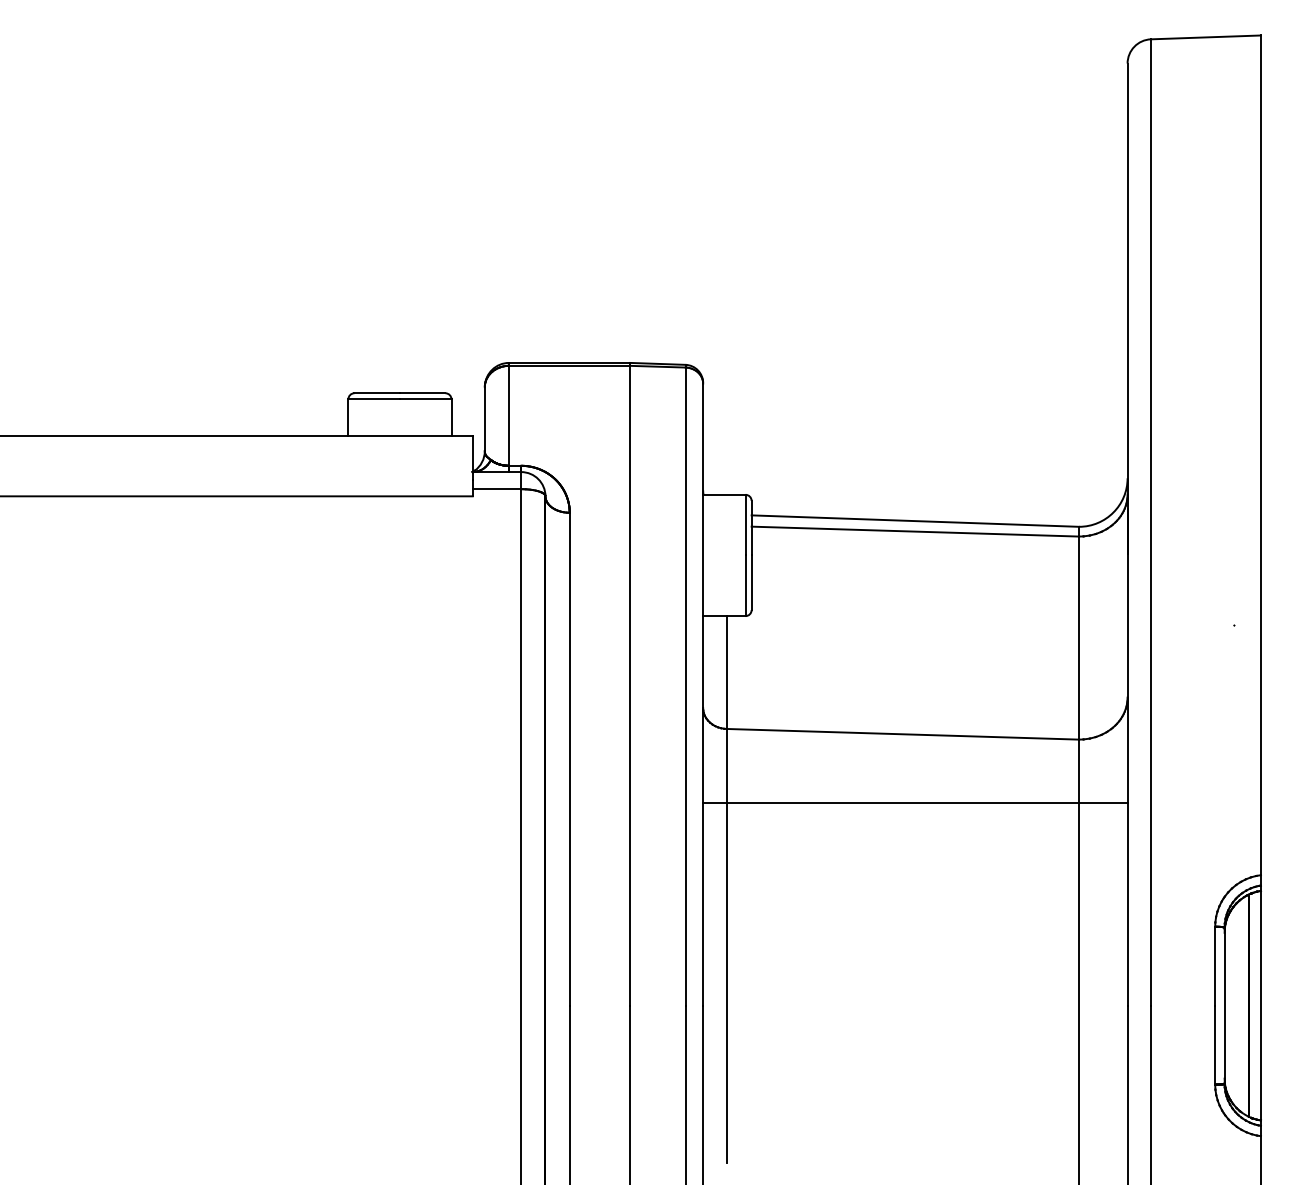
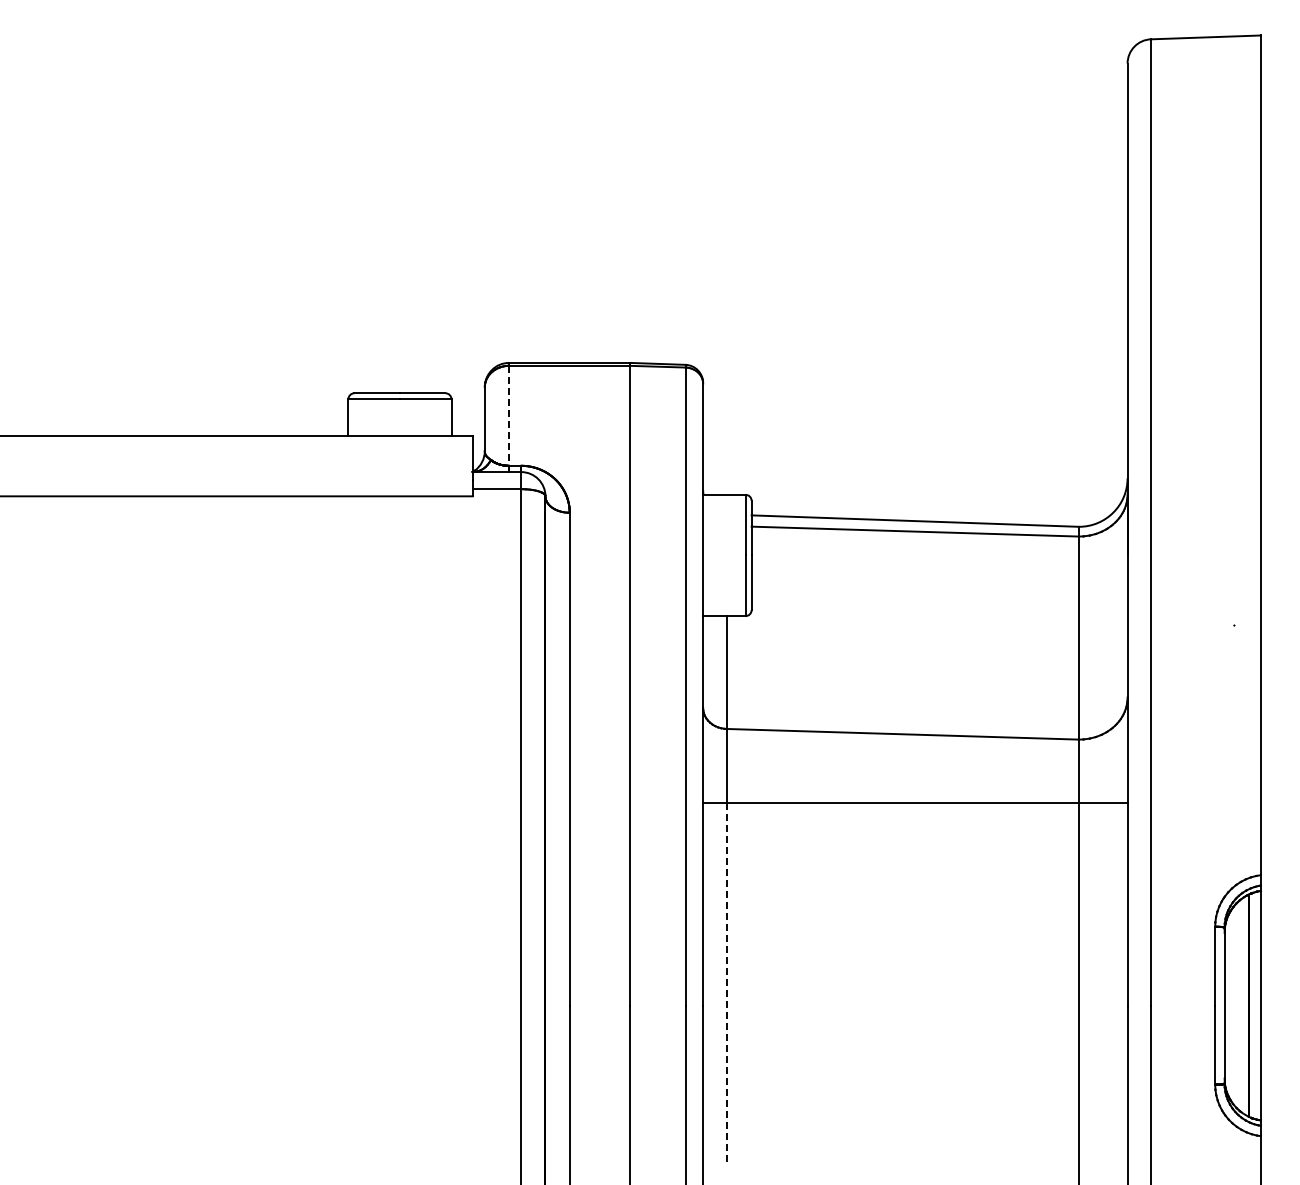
line at (509, 415): solid -> dashed
line at (726, 983): solid -> dashed
